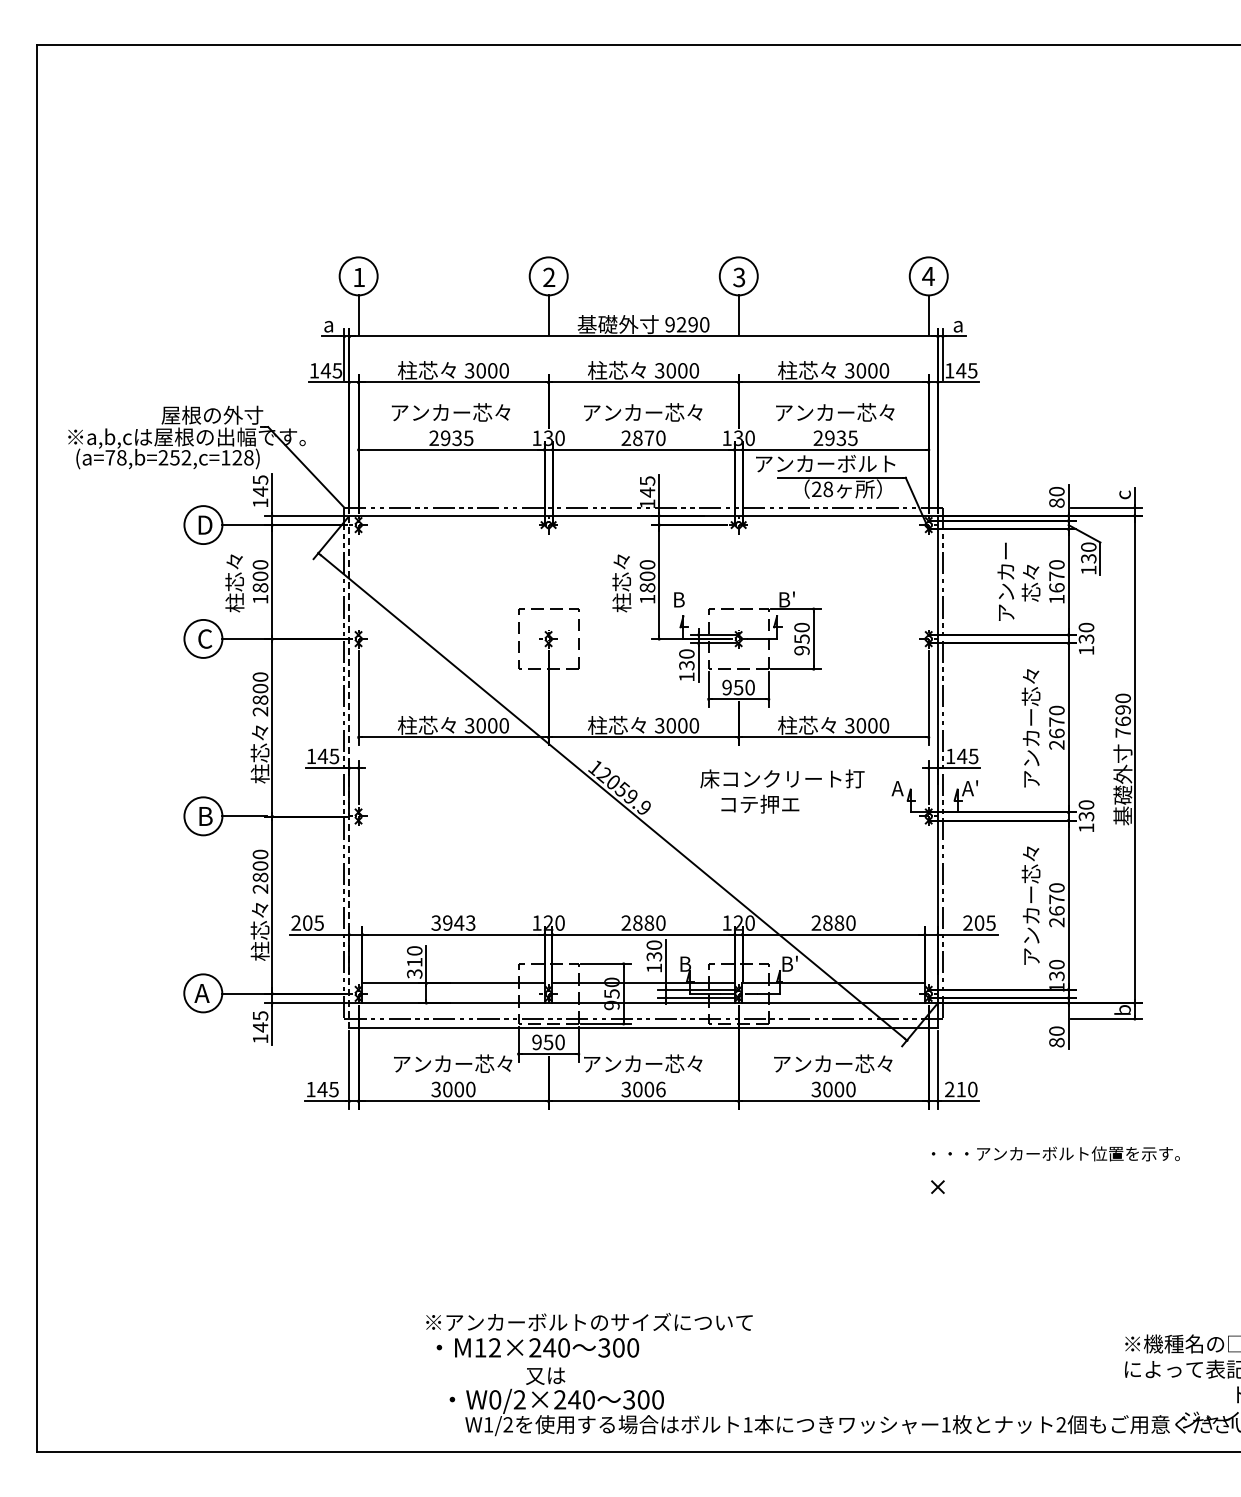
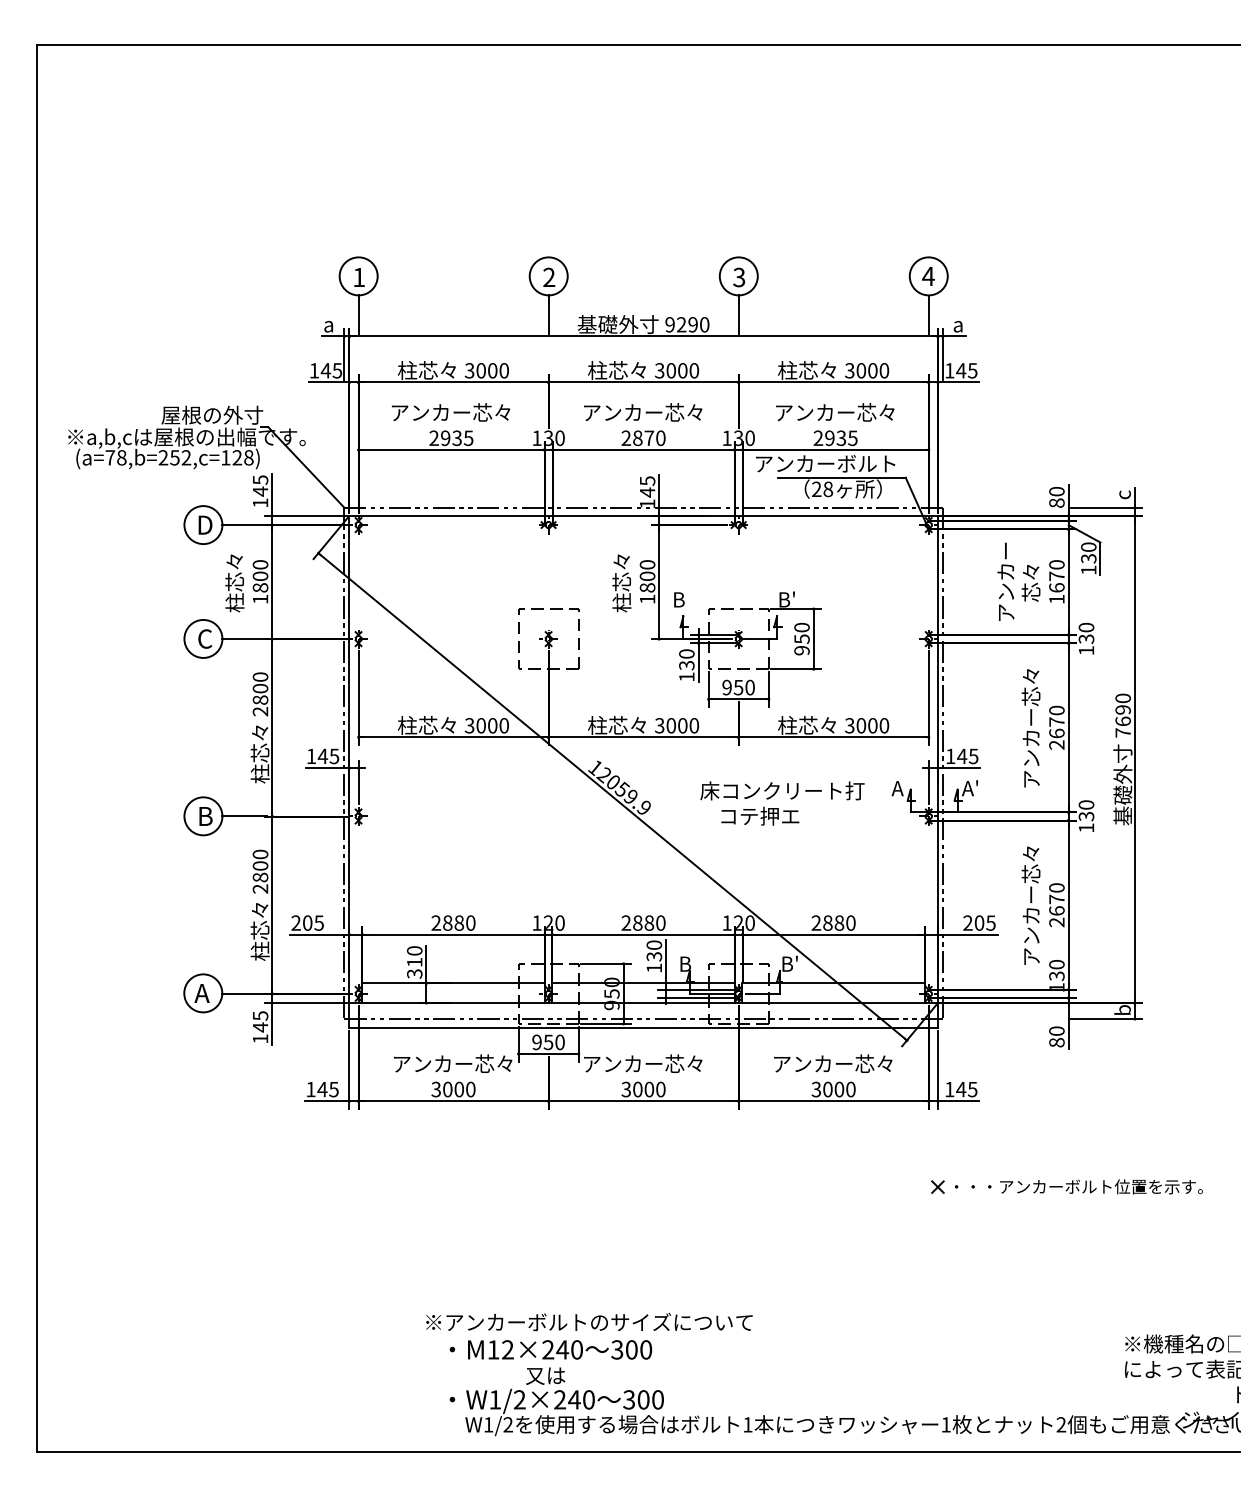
line at (349, 772): dashed -> solid
text at (782, 791) position: (782, 791) -> (782, 803)
text at (453, 922): 3943 -> 2880
text at (660, 1089): 3006 -> 3000
text at (961, 1089): 210 -> 145
text at (1055, 1153) position: (1055, 1153) -> (1078, 1186)
text at (537, 1347) position: (537, 1347) -> (550, 1349)
text at (495, 1399): W0/2×240 -> W1/2×240
